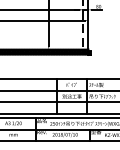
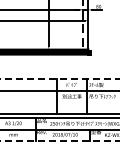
line at (59, 79): solid -> dashed
line at (59, 102): present -> none
line at (59, 140): solid -> dashed
